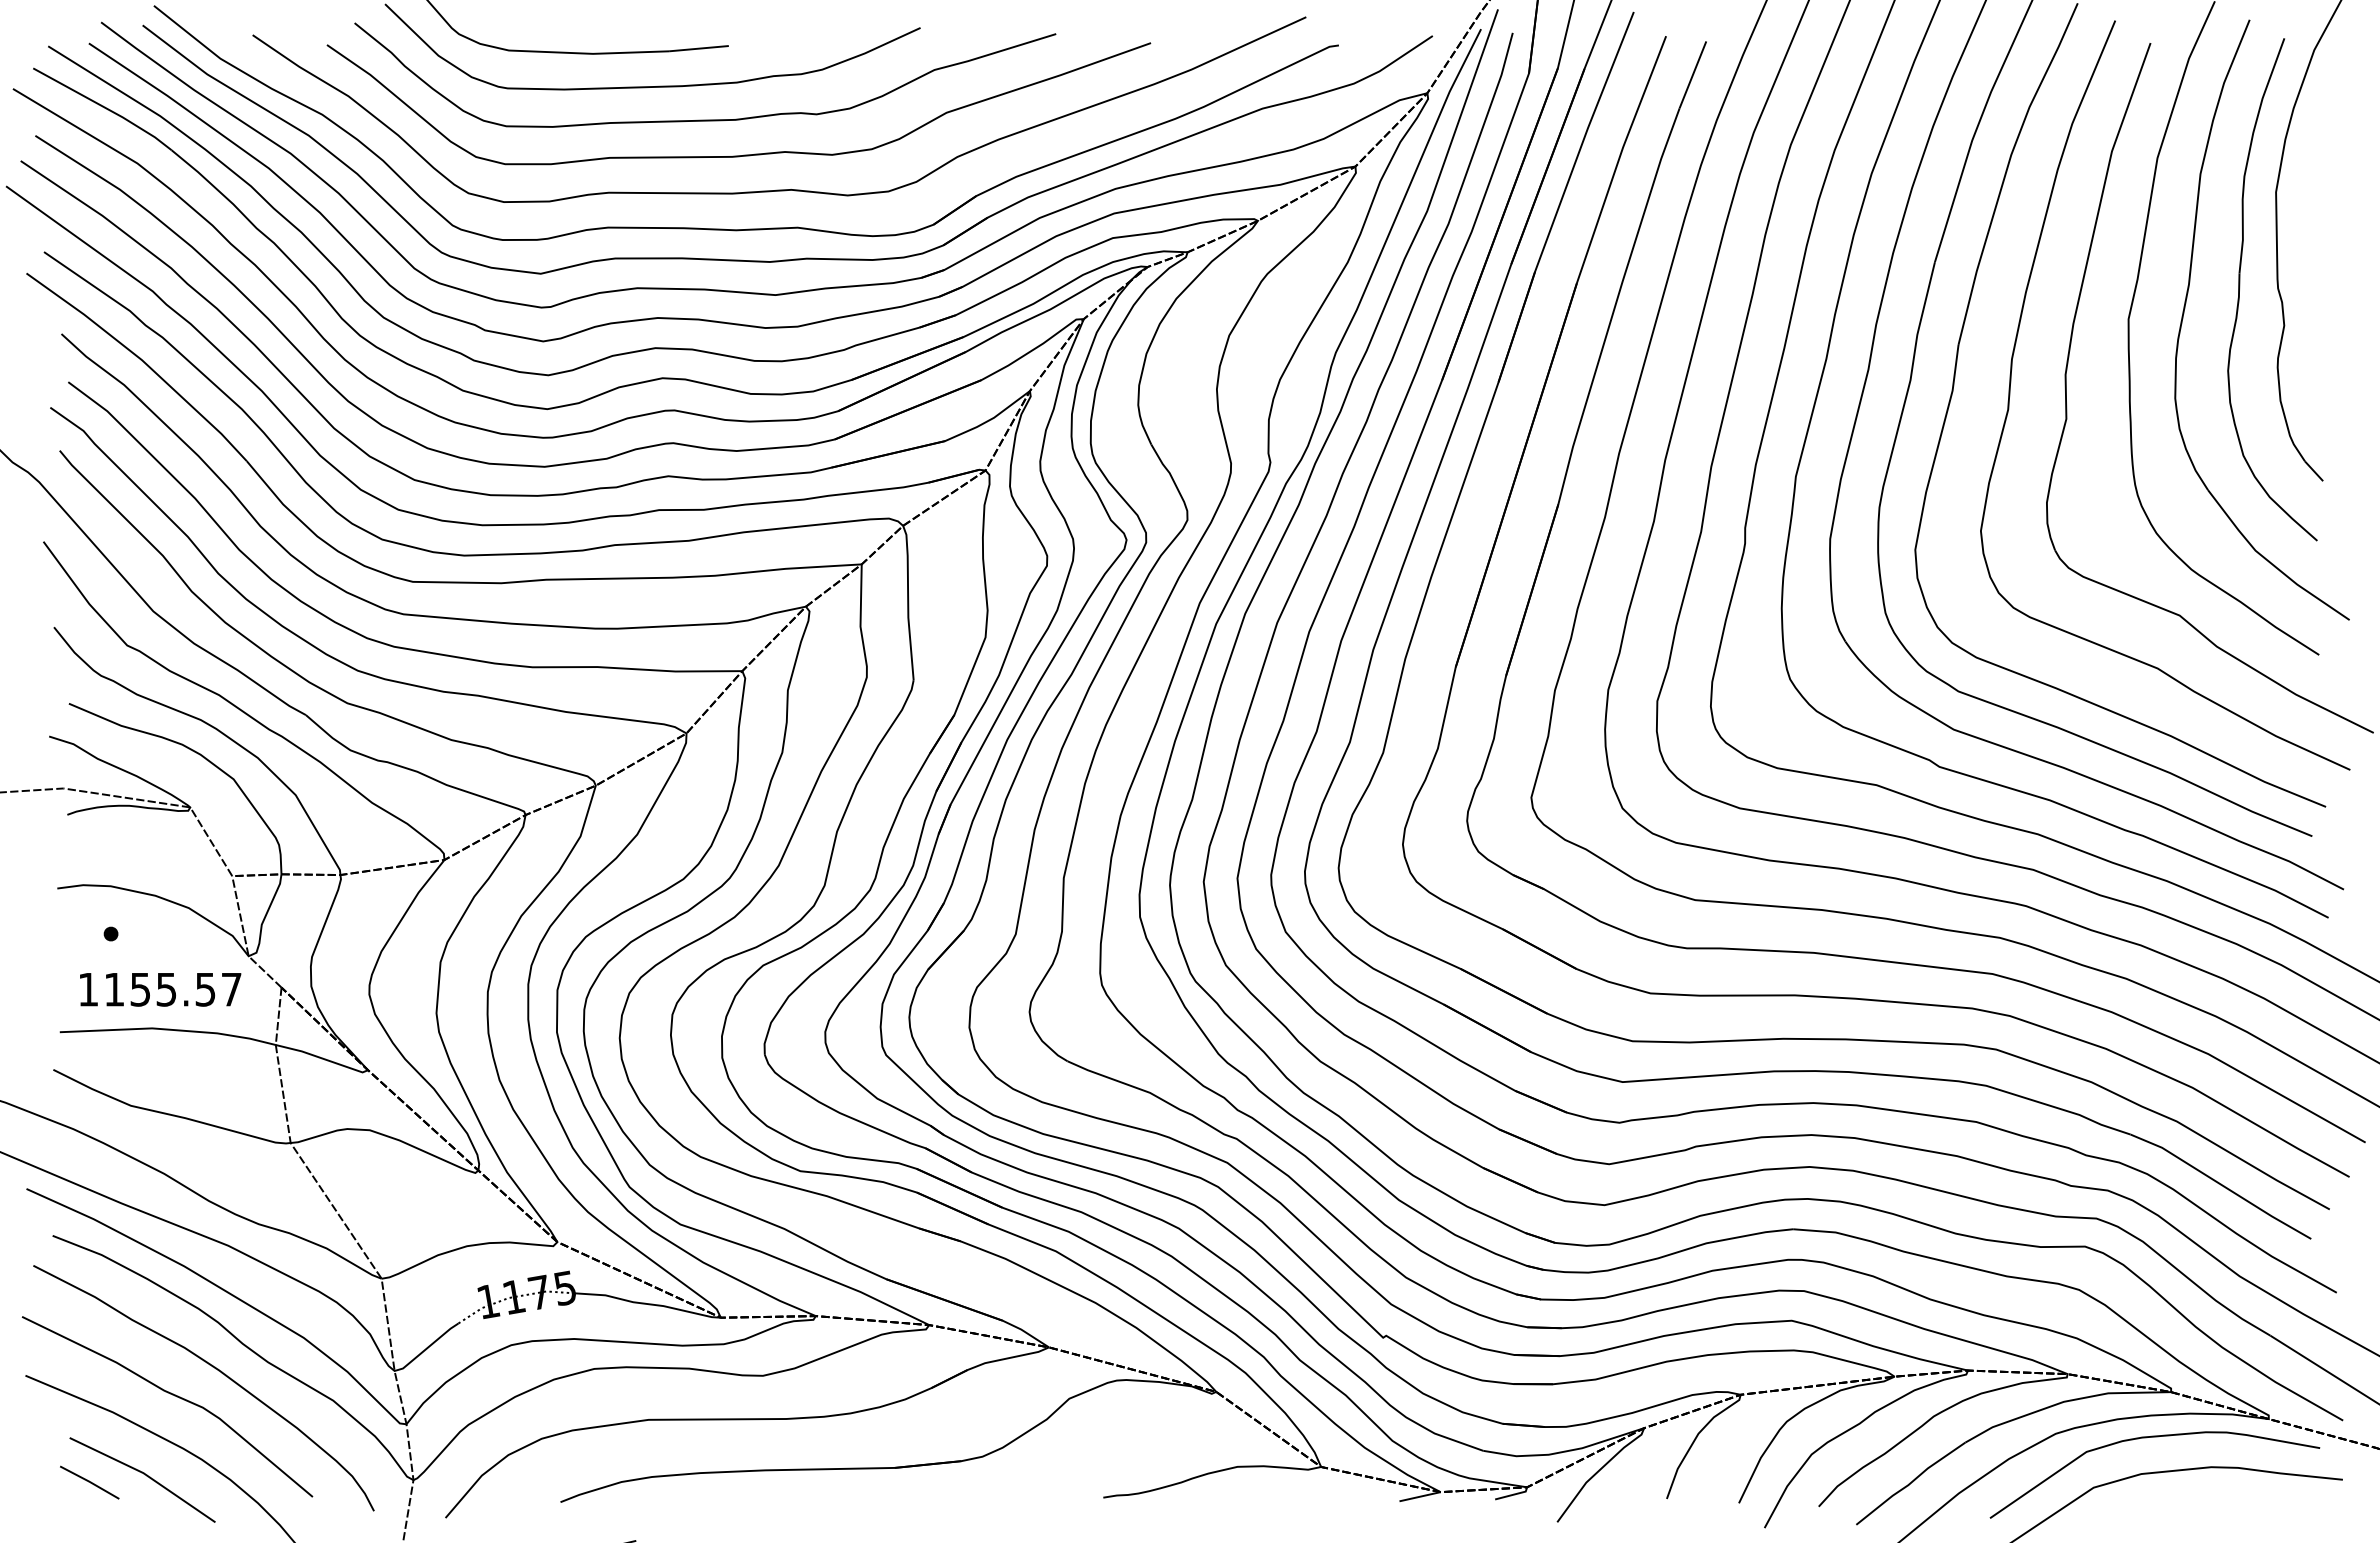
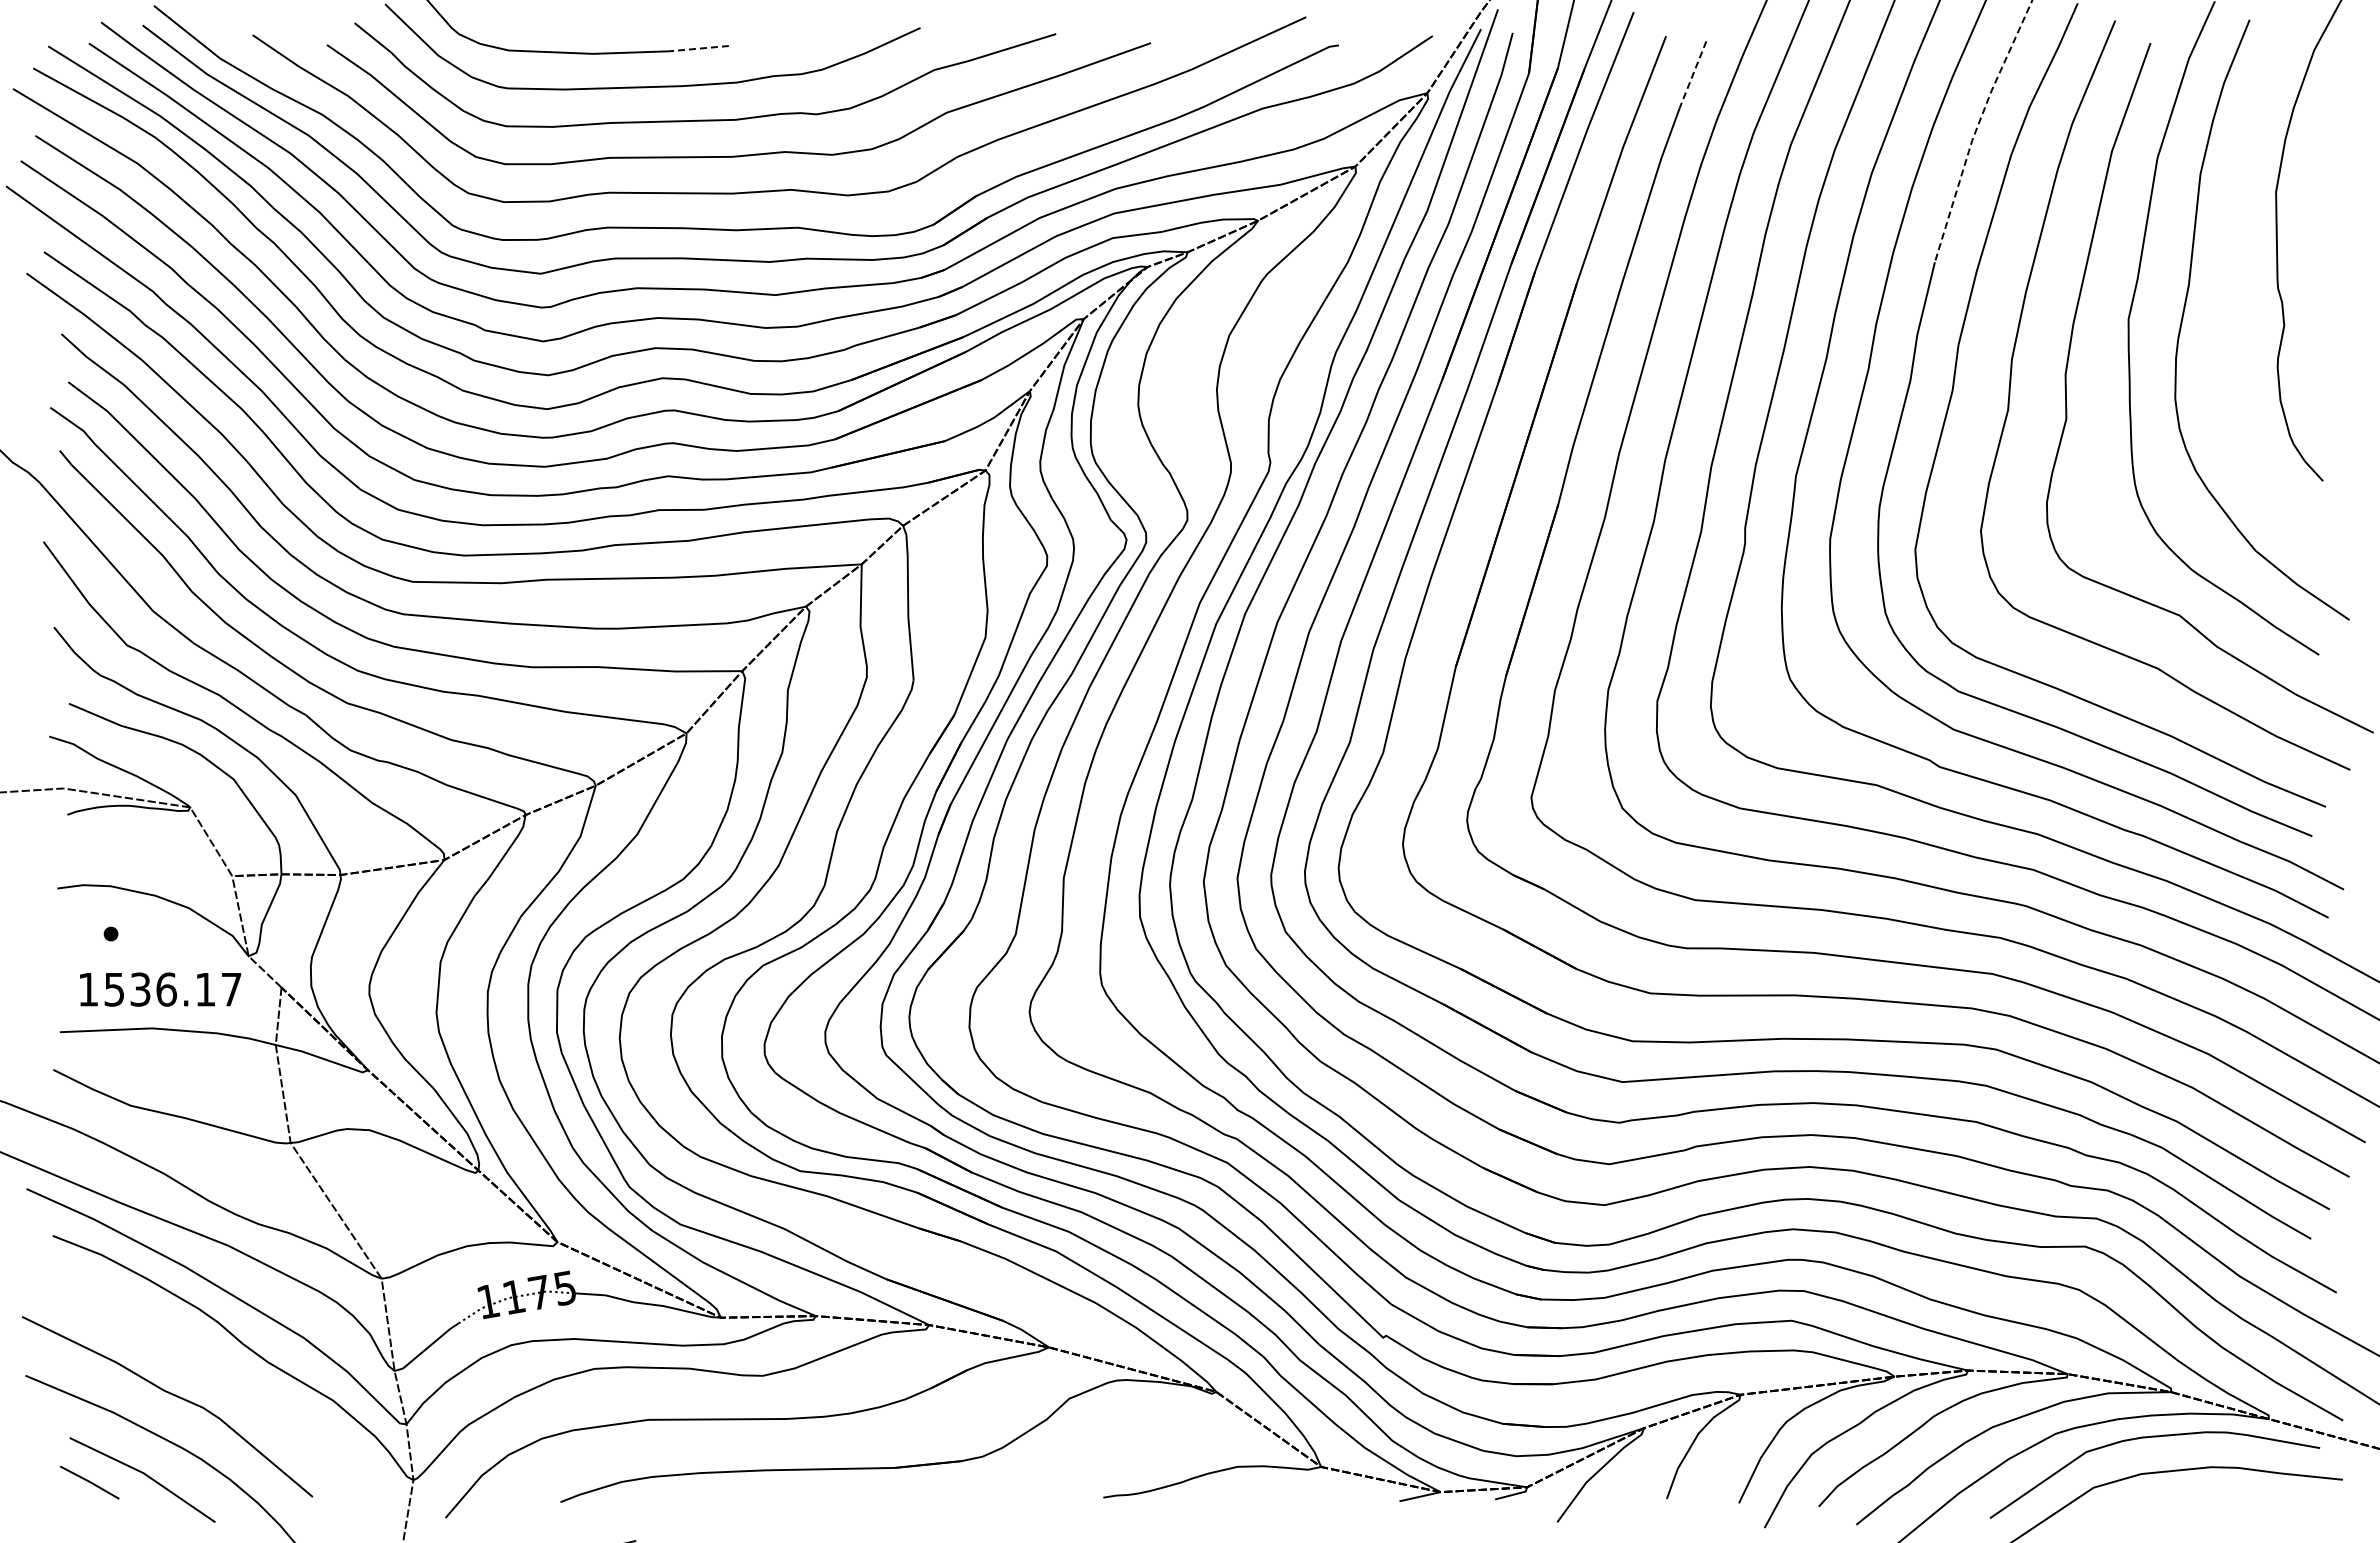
line at (698, 48): solid -> dashed
line at (1692, 75): solid -> dashed
line at (1976, 128): solid -> dashed
part at (2240, 287): present -> none
text at (159, 989): 1155.57 -> 1536.17
curve at (215, 1369): present -> none
